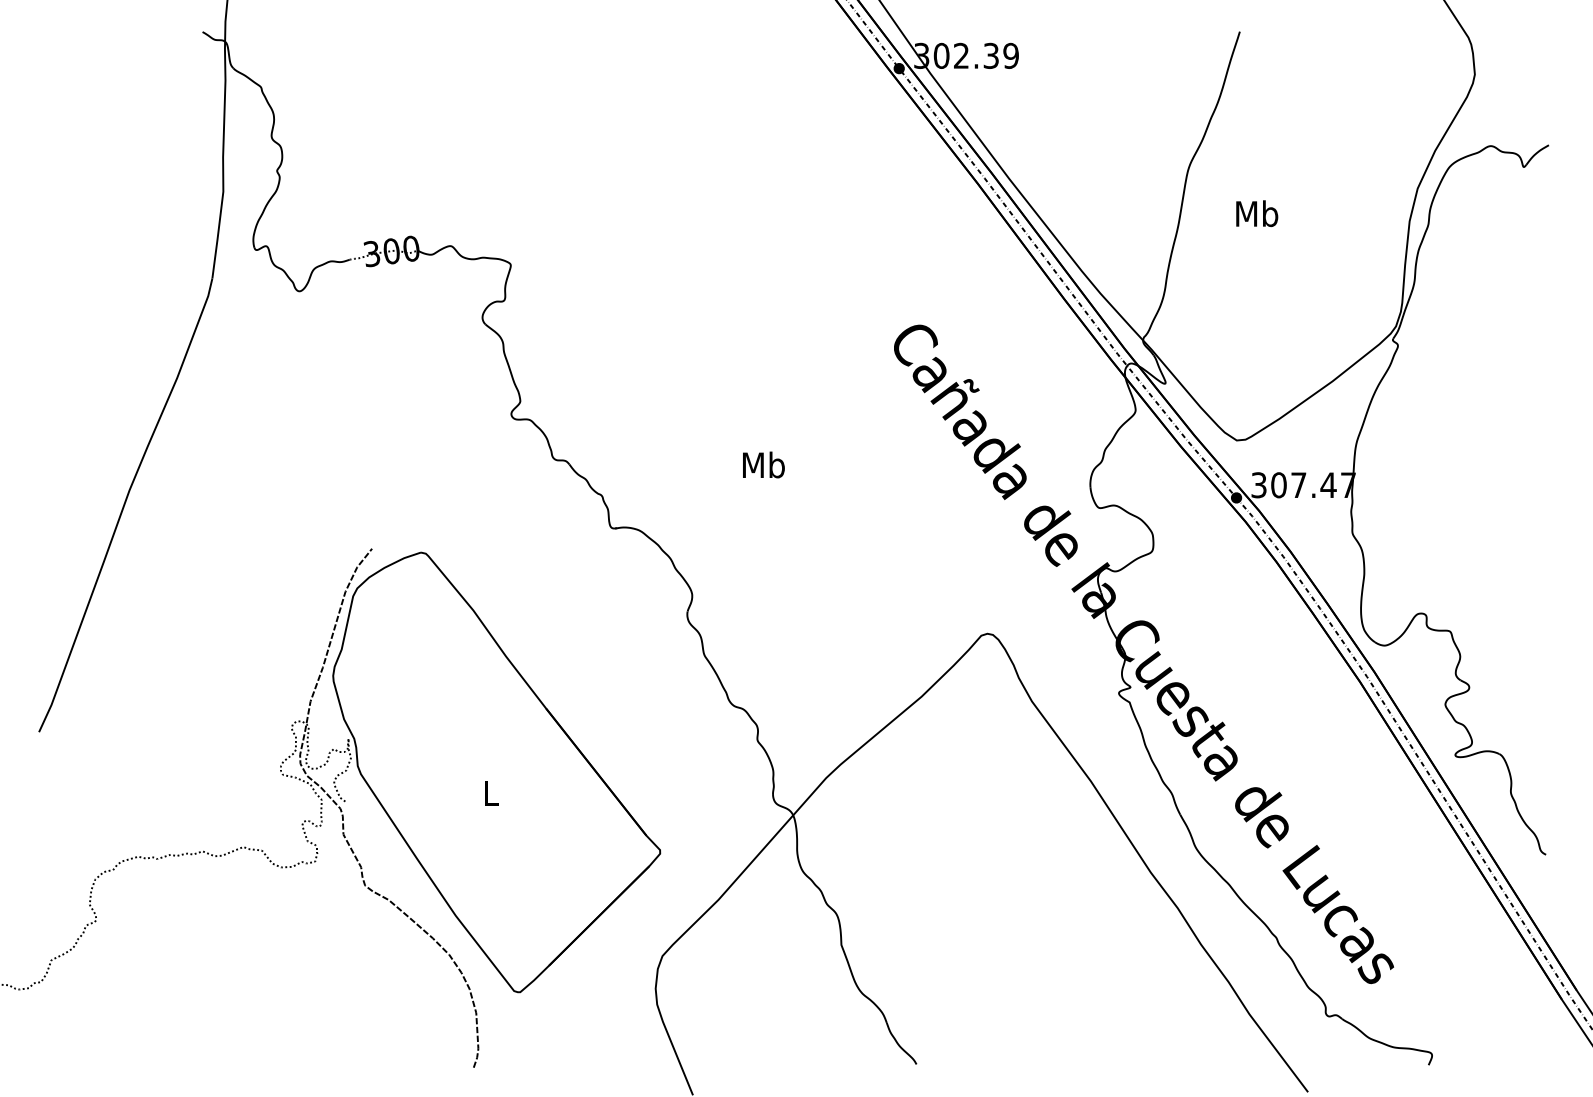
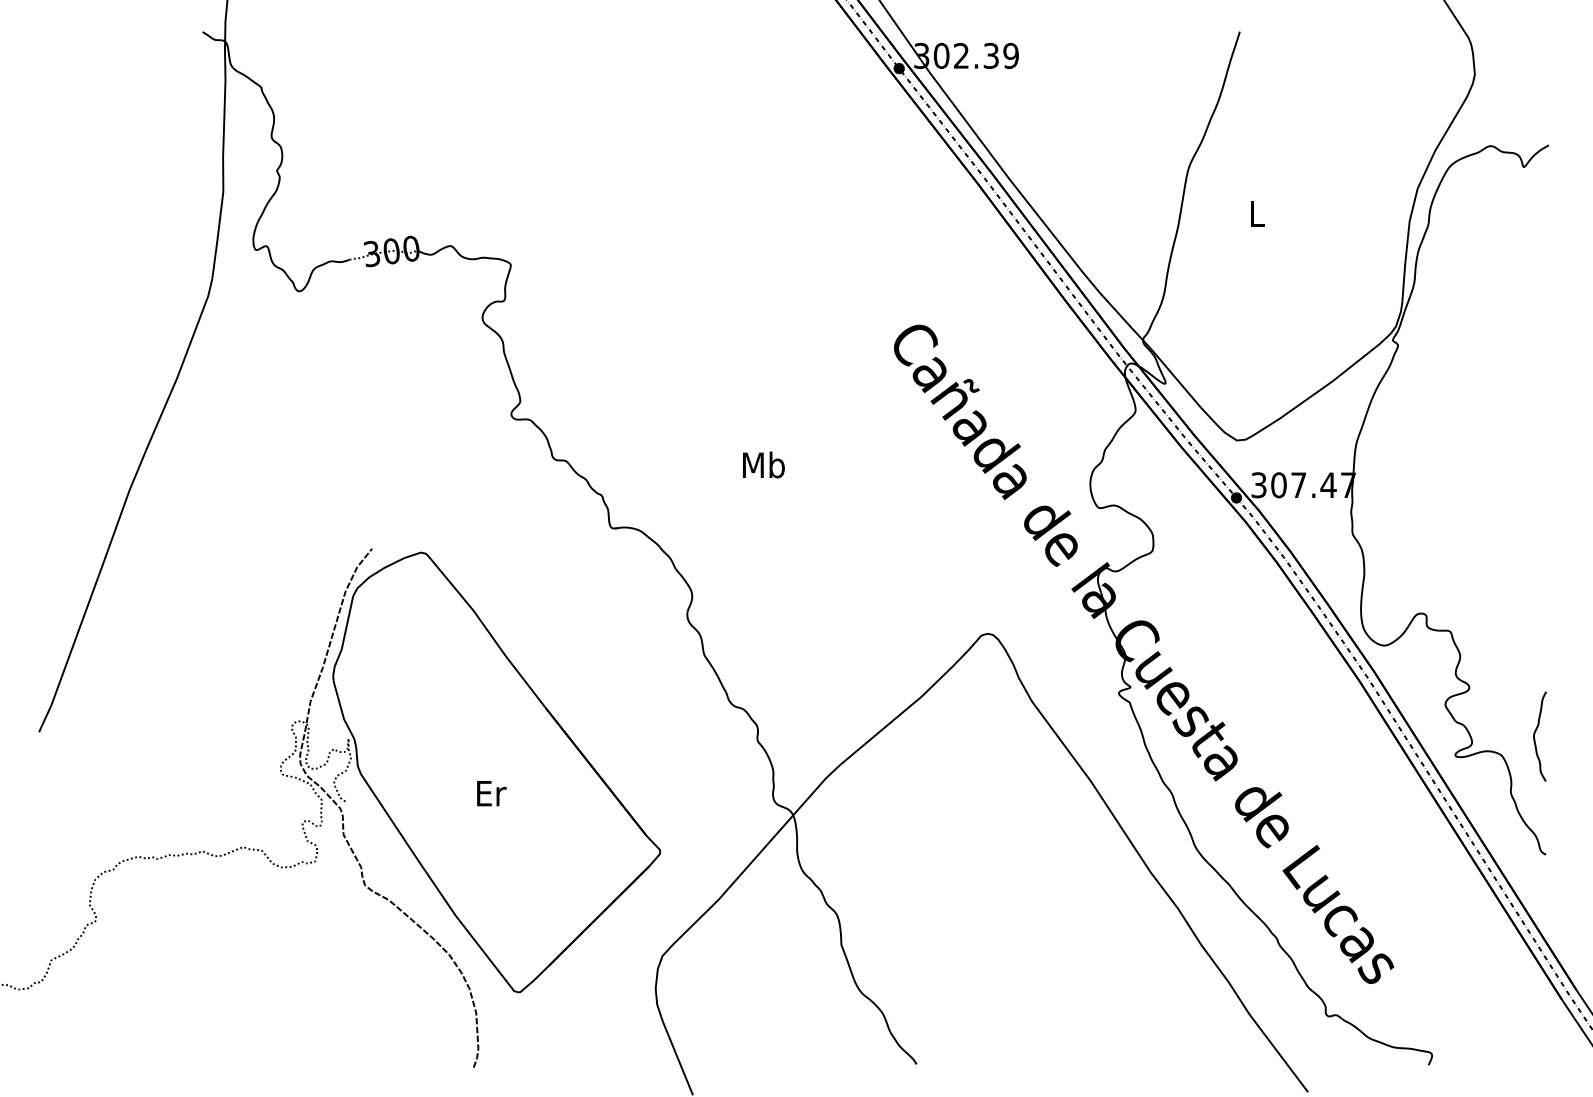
text at (1257, 213): Mb -> L
curve at (1535, 734): none -> present
text at (491, 793): L -> Er
